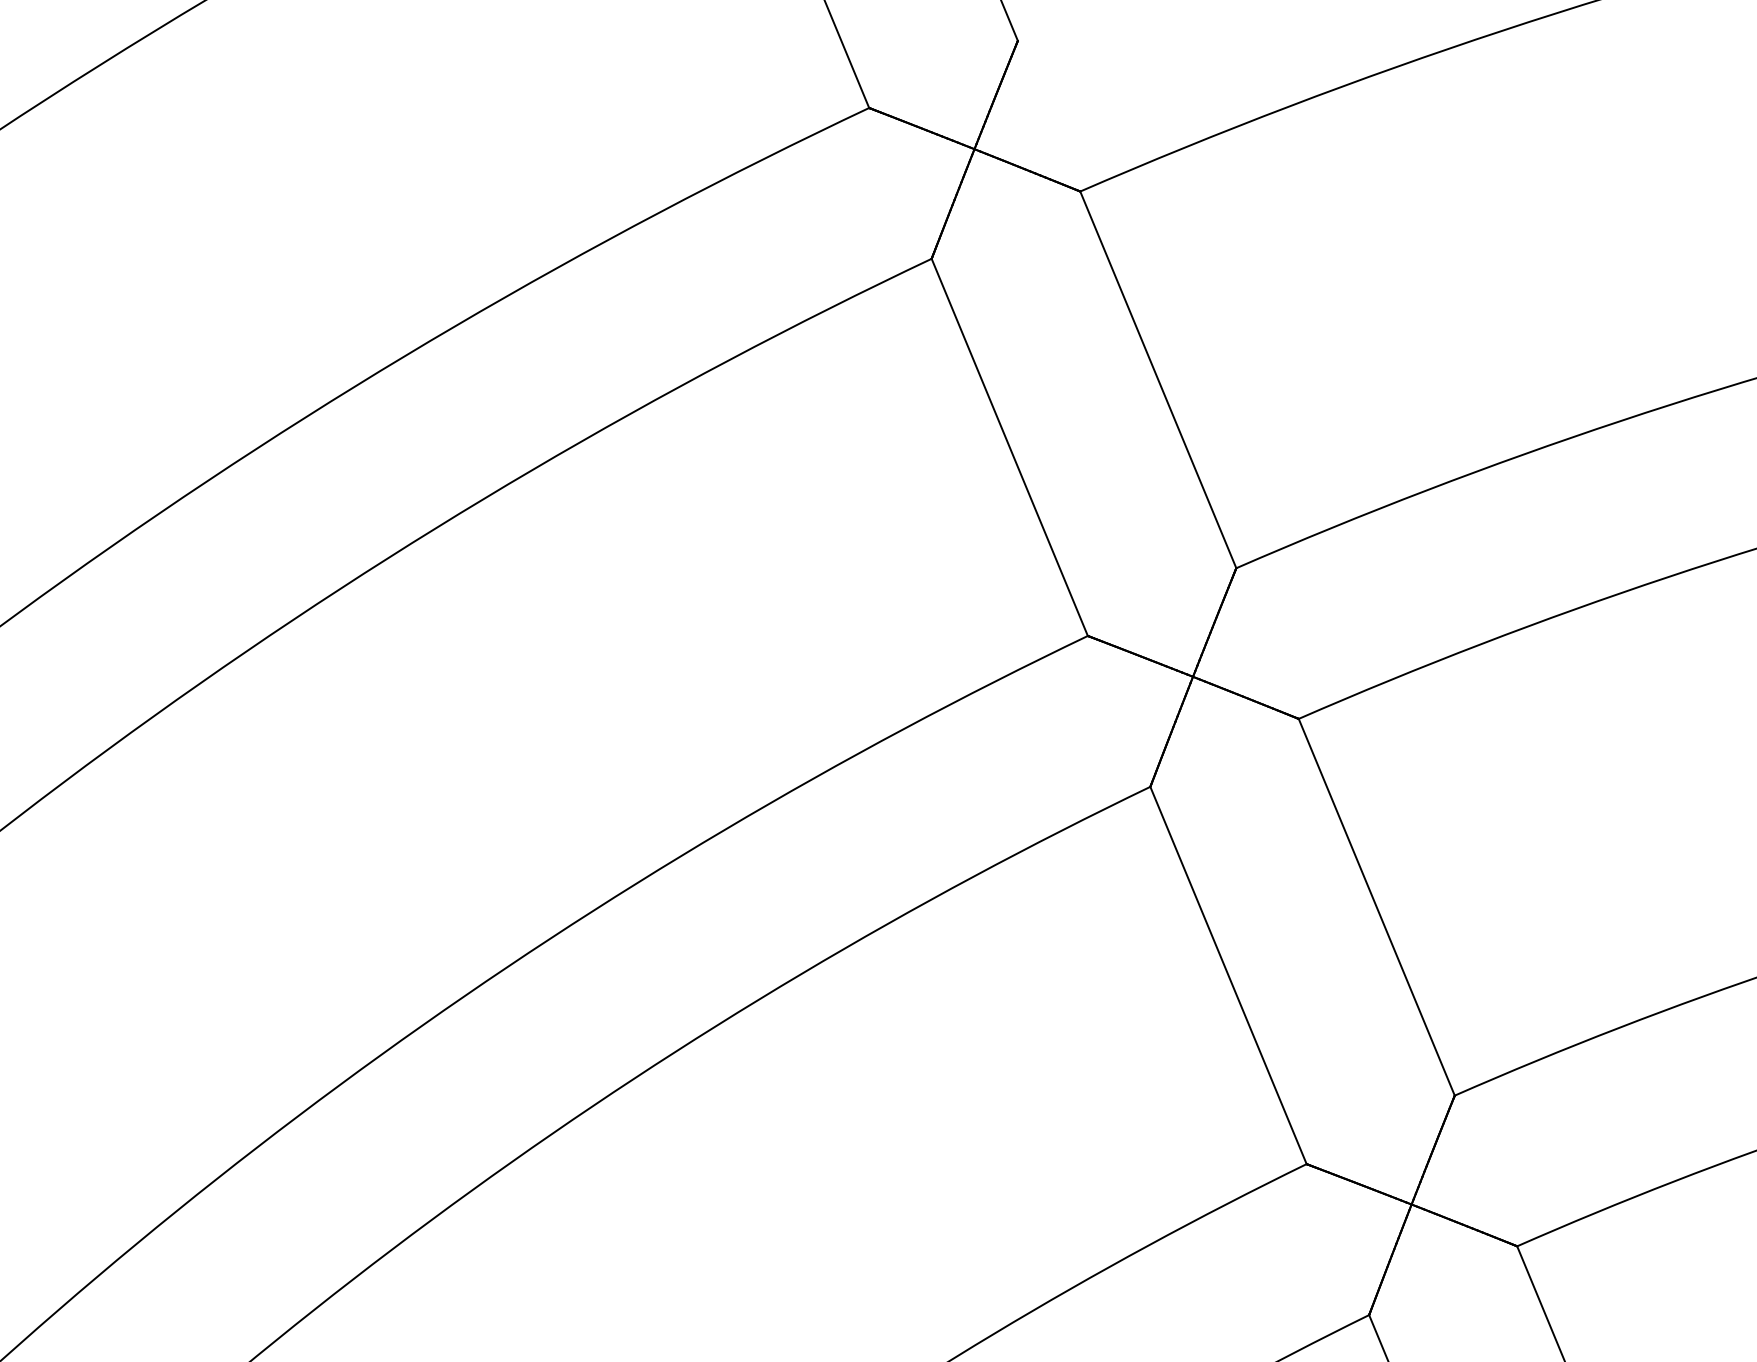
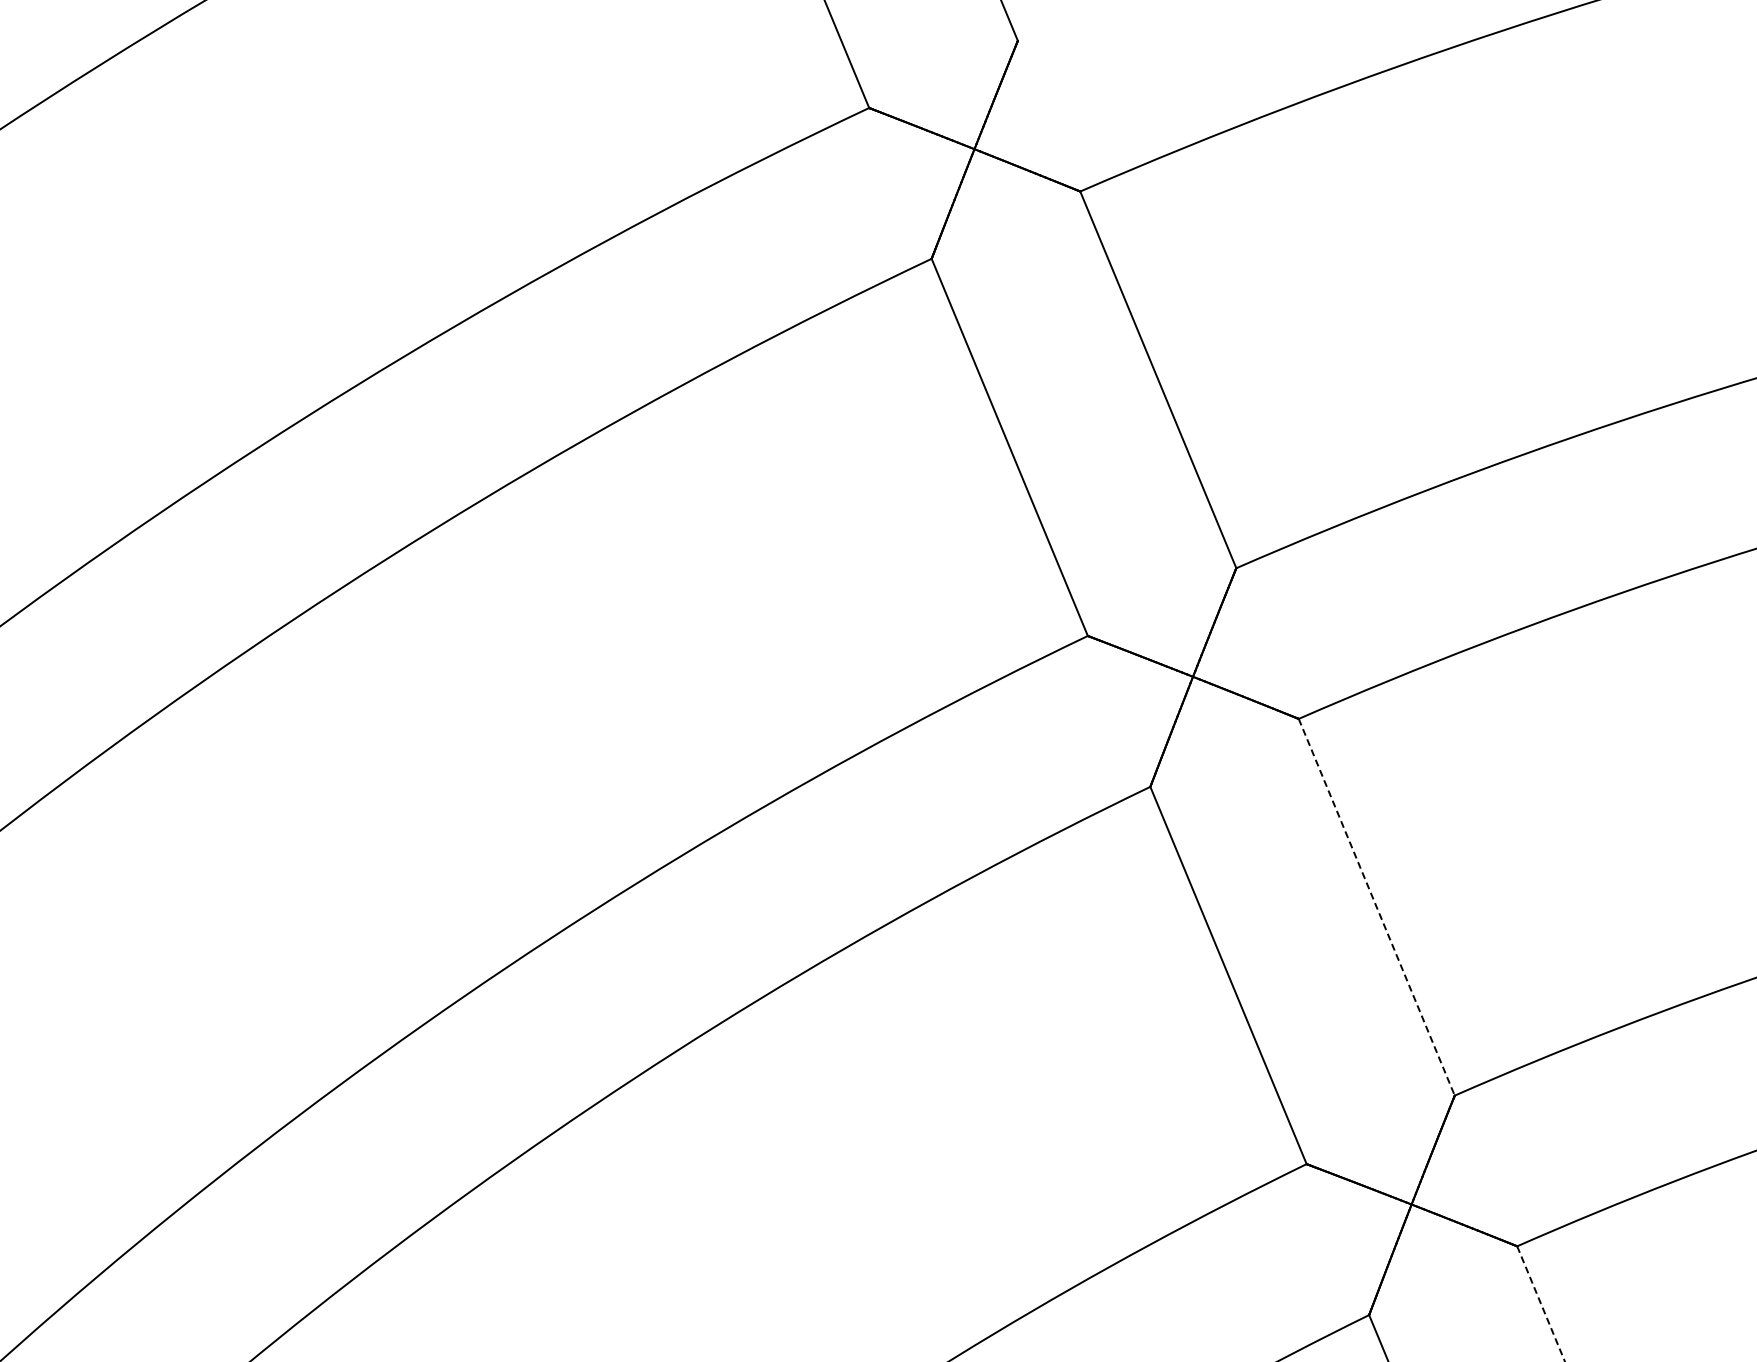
line at (1376, 907): solid -> dashed
line at (1541, 1304): solid -> dashed
